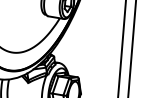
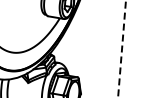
line at (122, 48): solid -> dashed
line at (131, 48): present -> none
